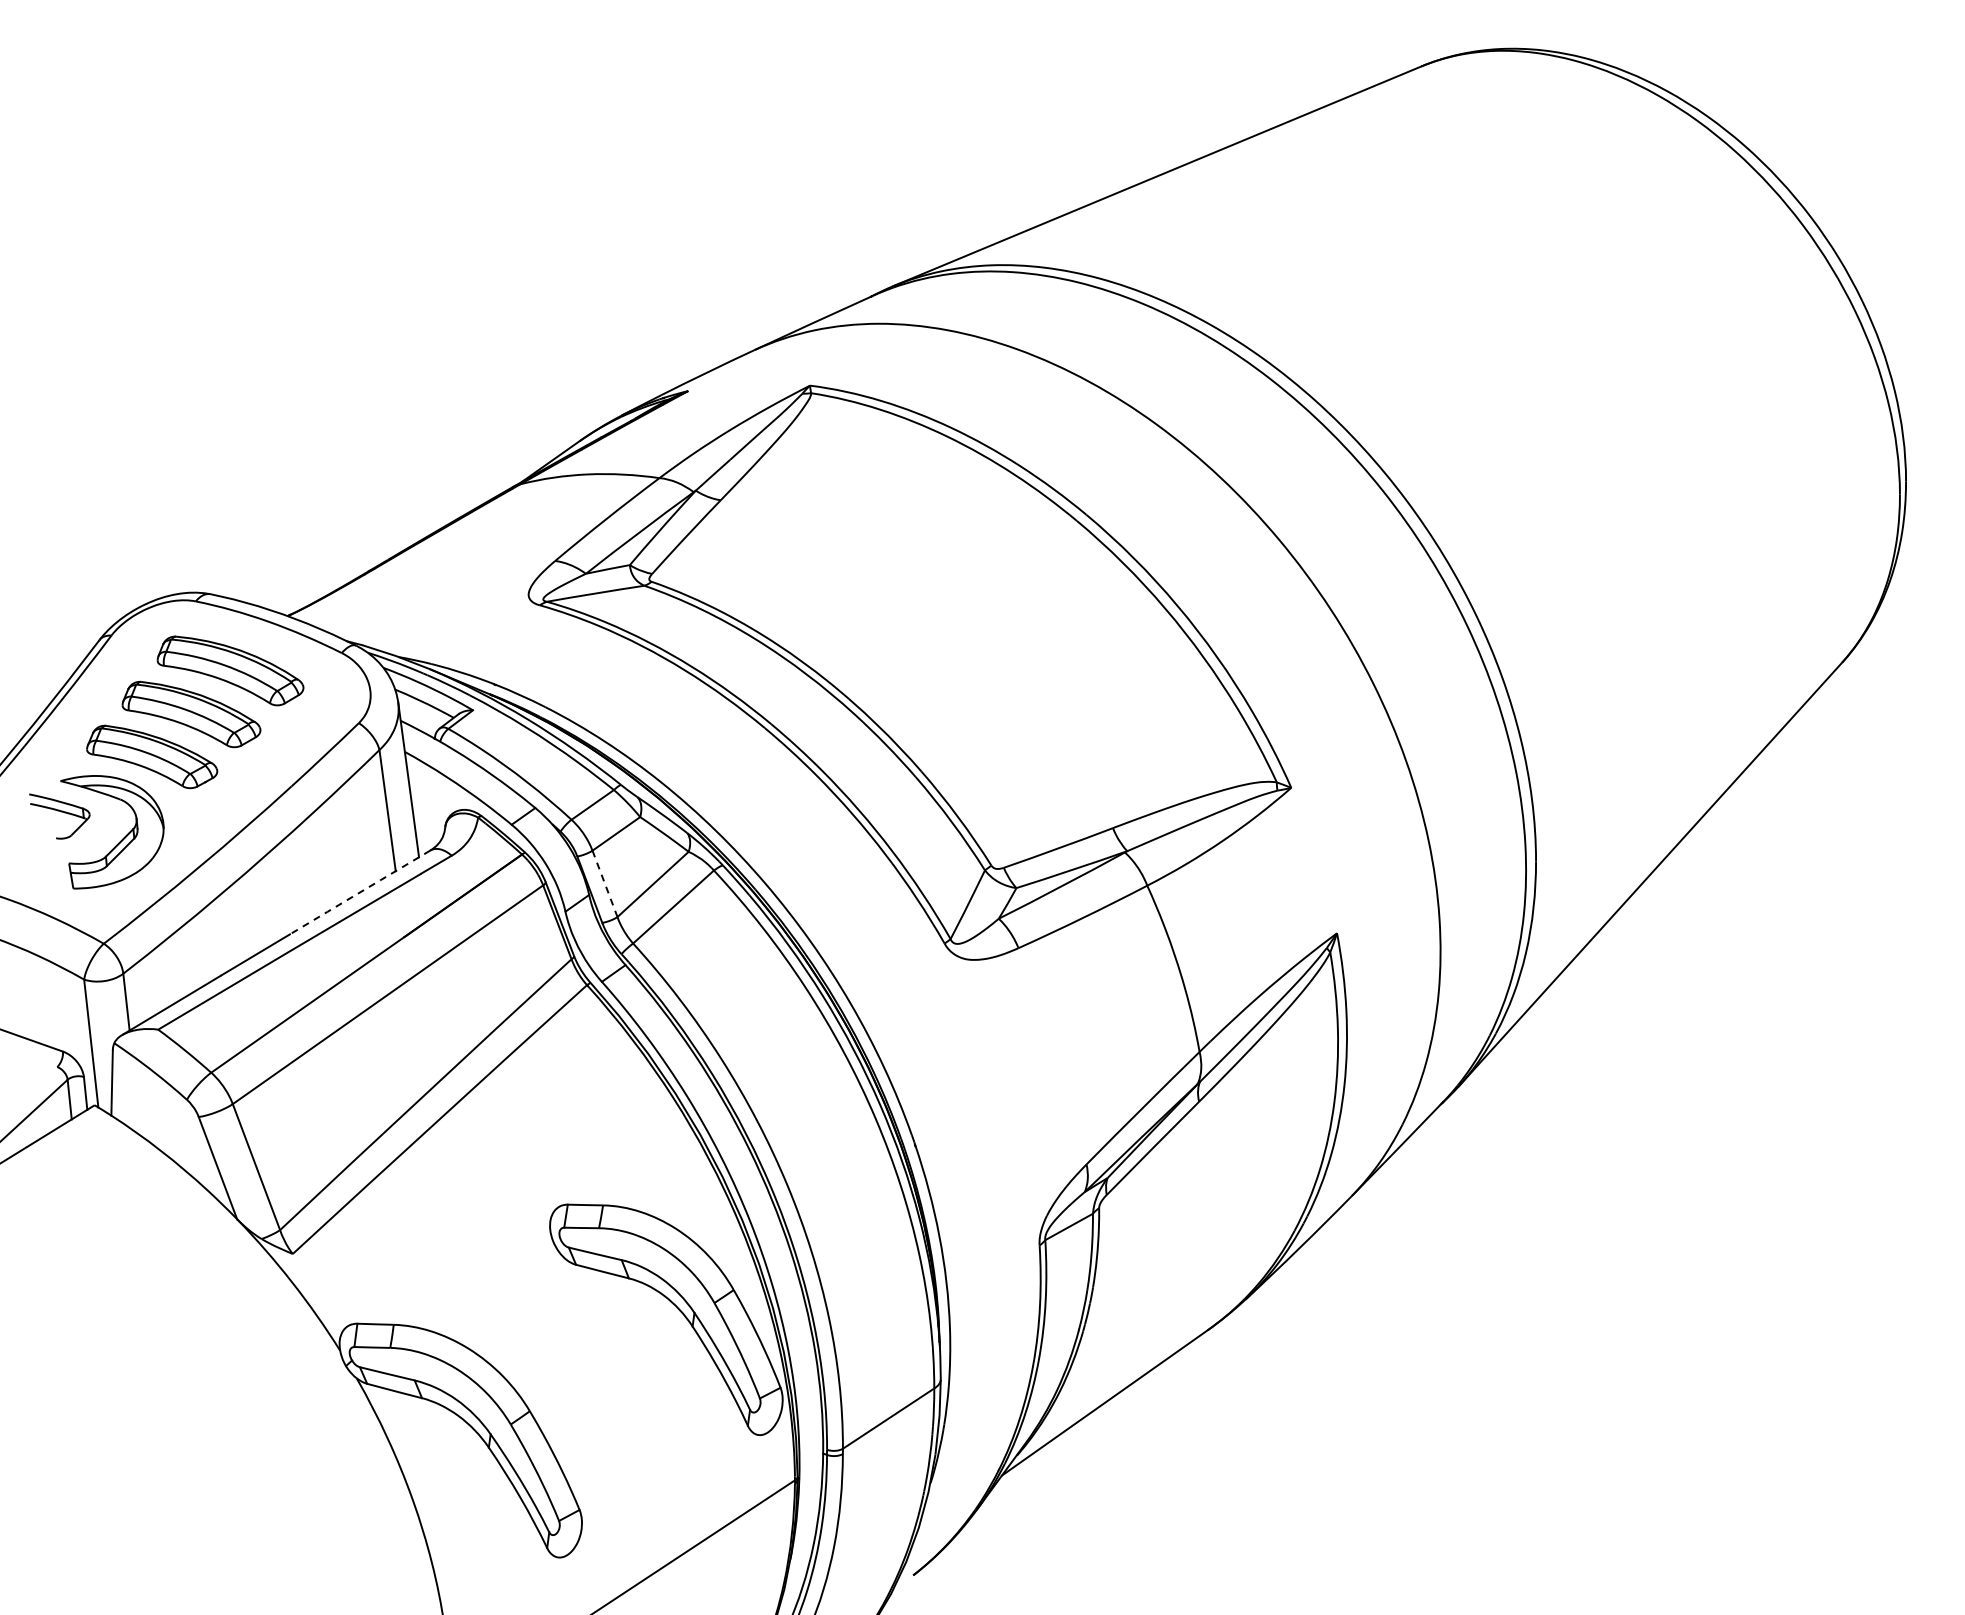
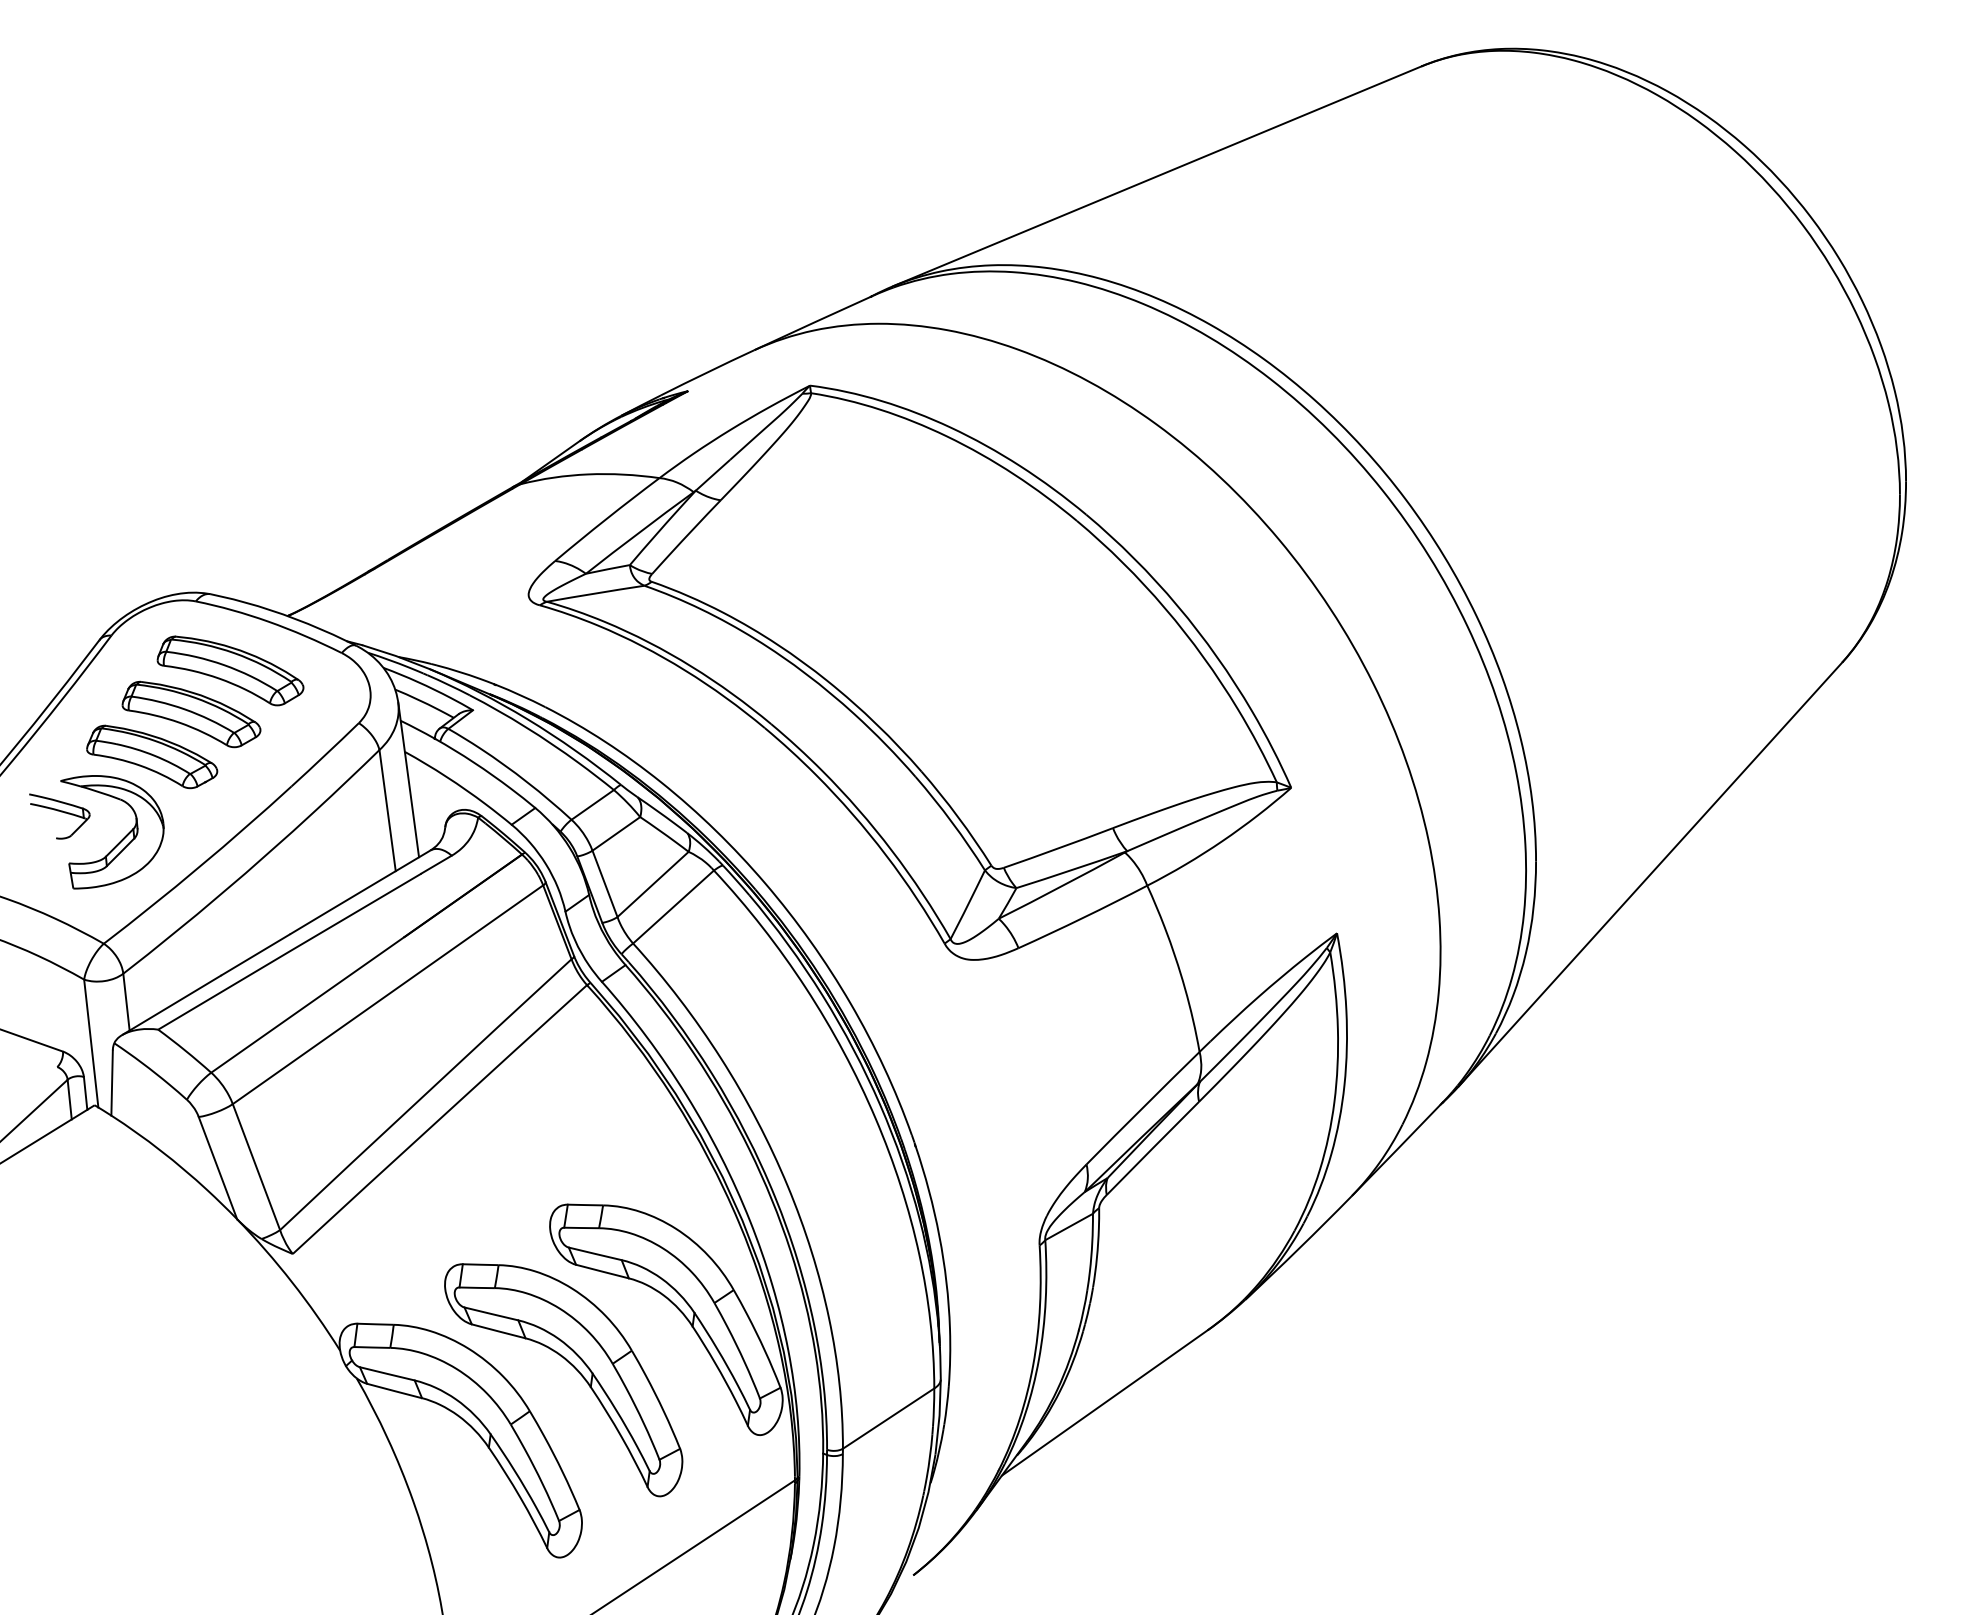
line at (605, 884): dashed -> solid
line at (359, 892): dashed -> solid
part at (574, 1368): none -> present
